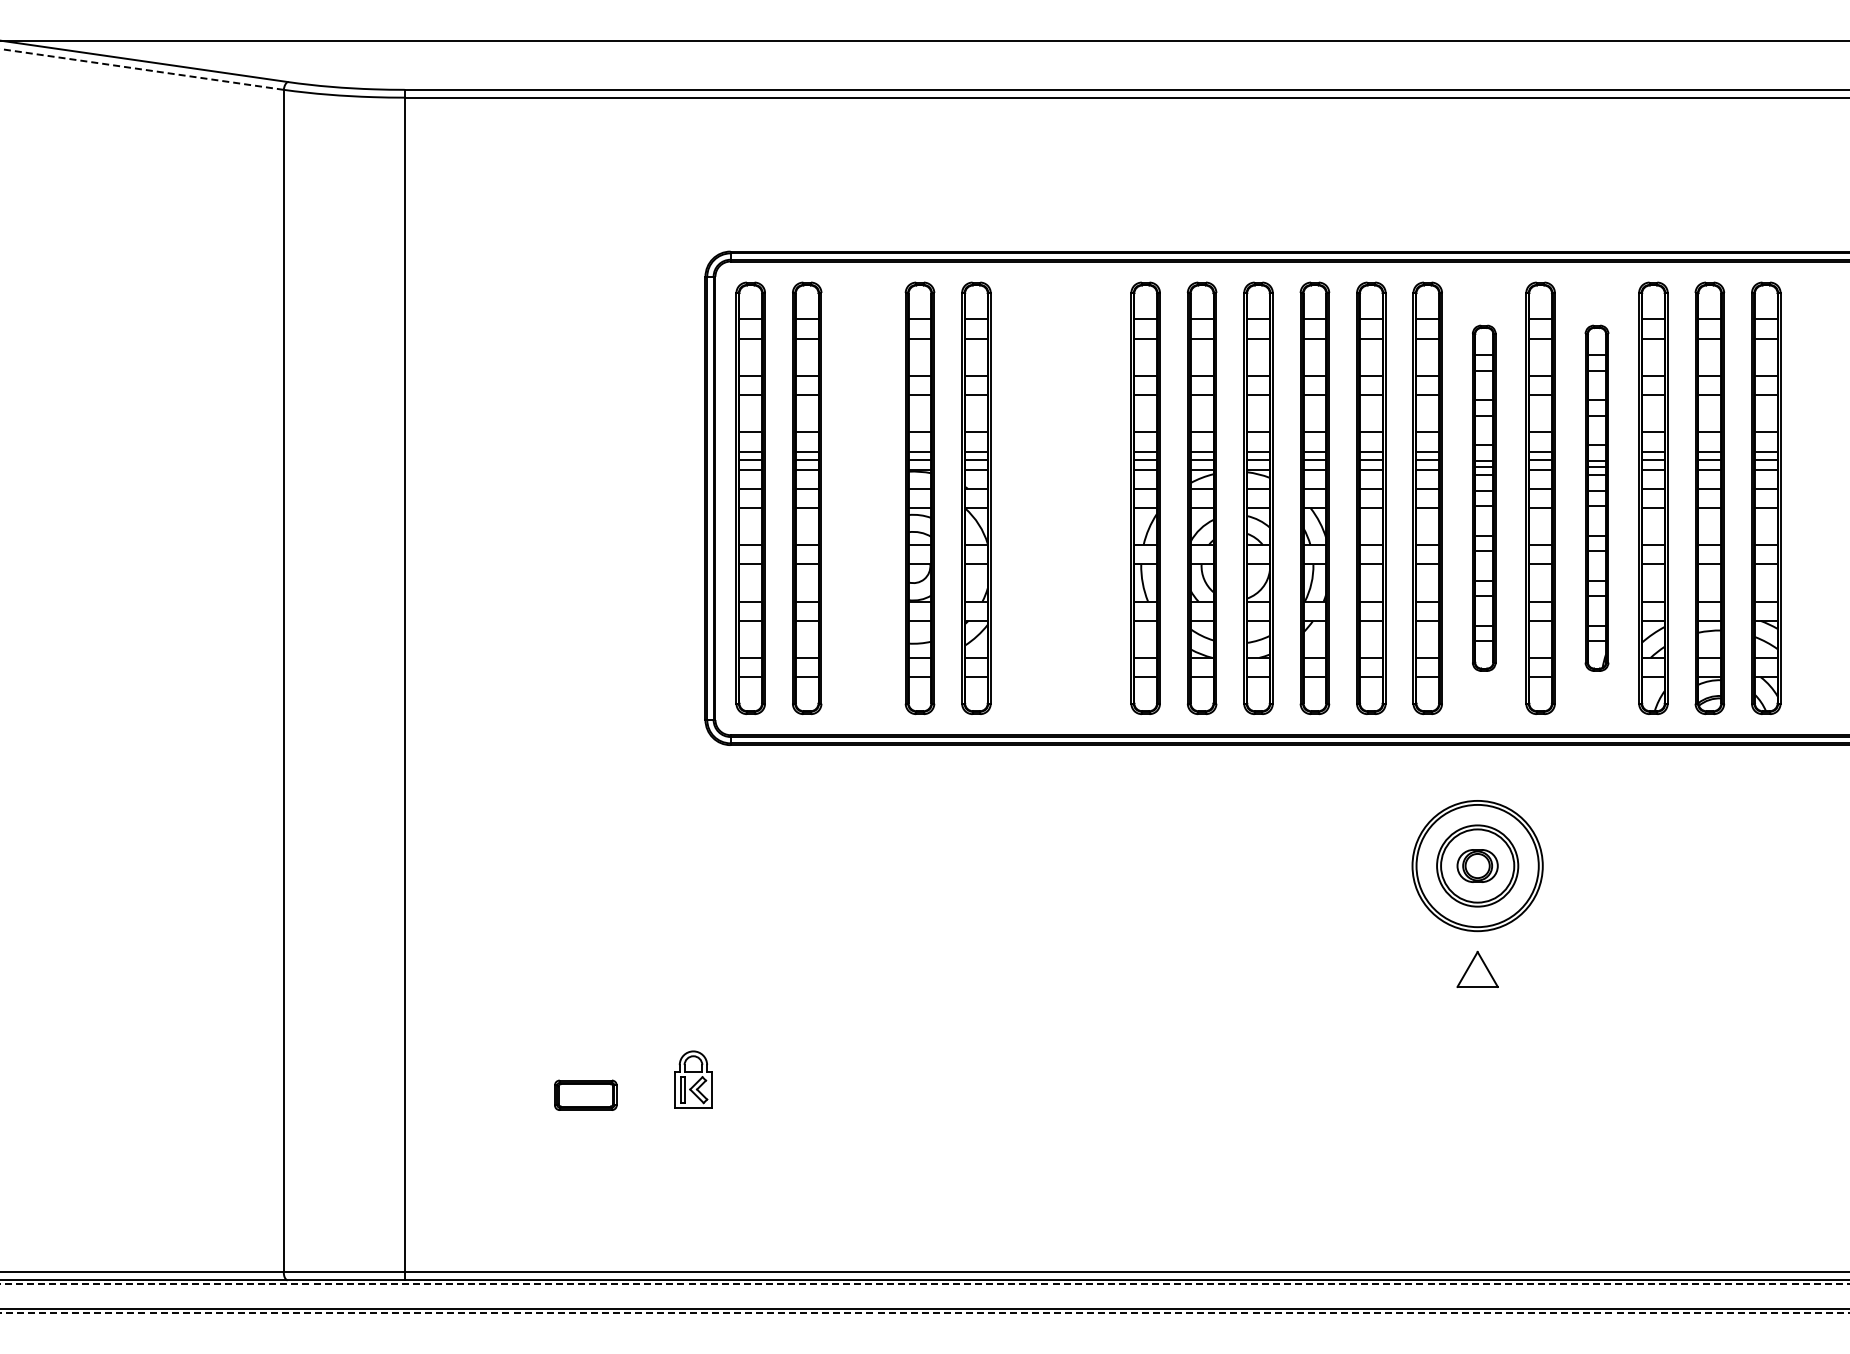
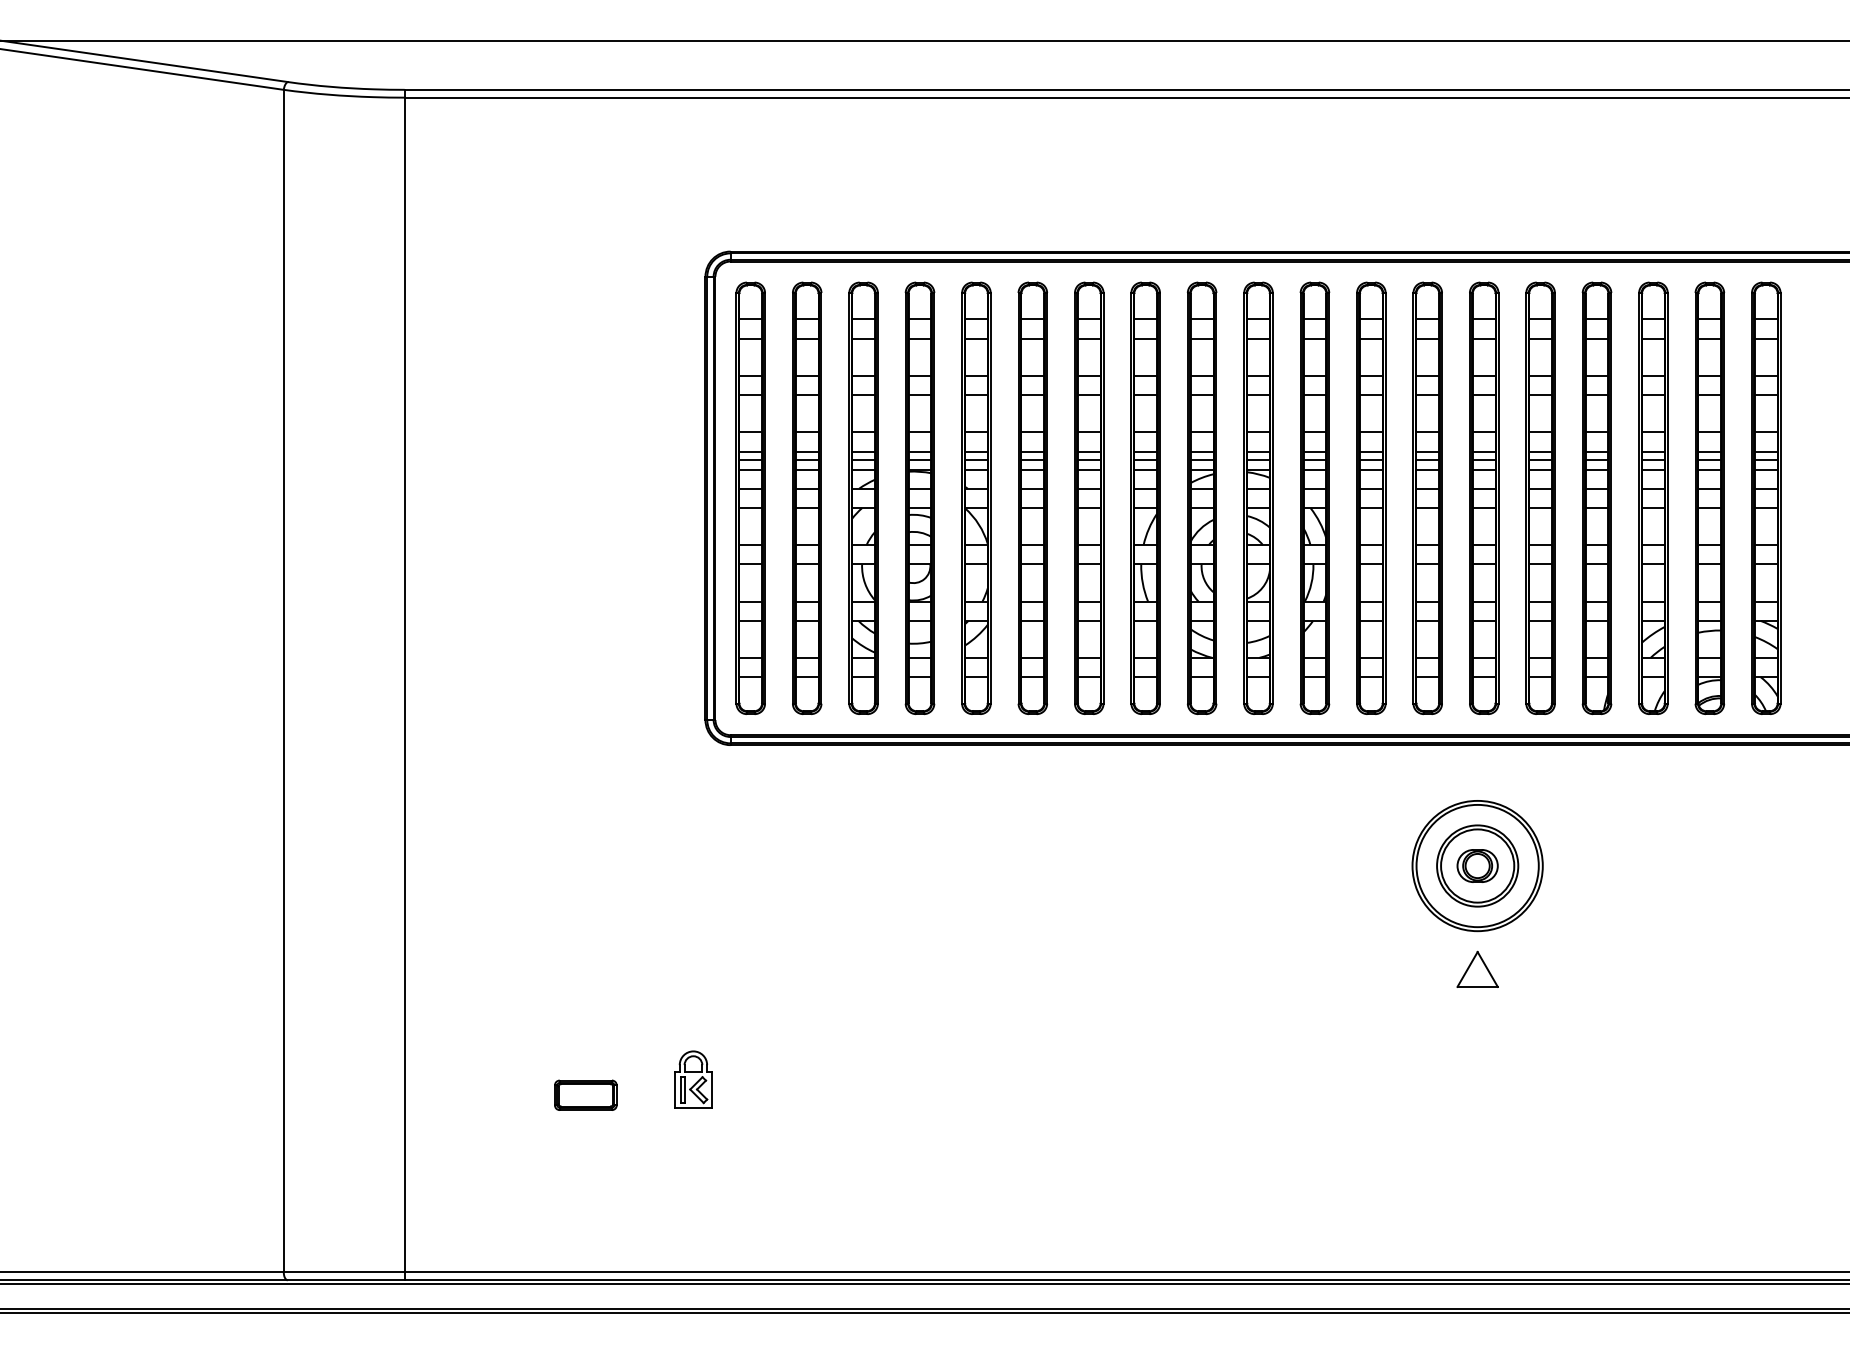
line at (141, 69): dashed -> solid
part at (863, 497): none -> present
part at (1032, 497): none -> present
part at (1089, 497): none -> present
part at (1484, 497) size: 25x348 px -> 31x434 px
part at (1596, 497) size: 26x348 px -> 32x434 px
line at (924, 1284): dashed -> solid
line at (925, 1313): dashed -> solid
